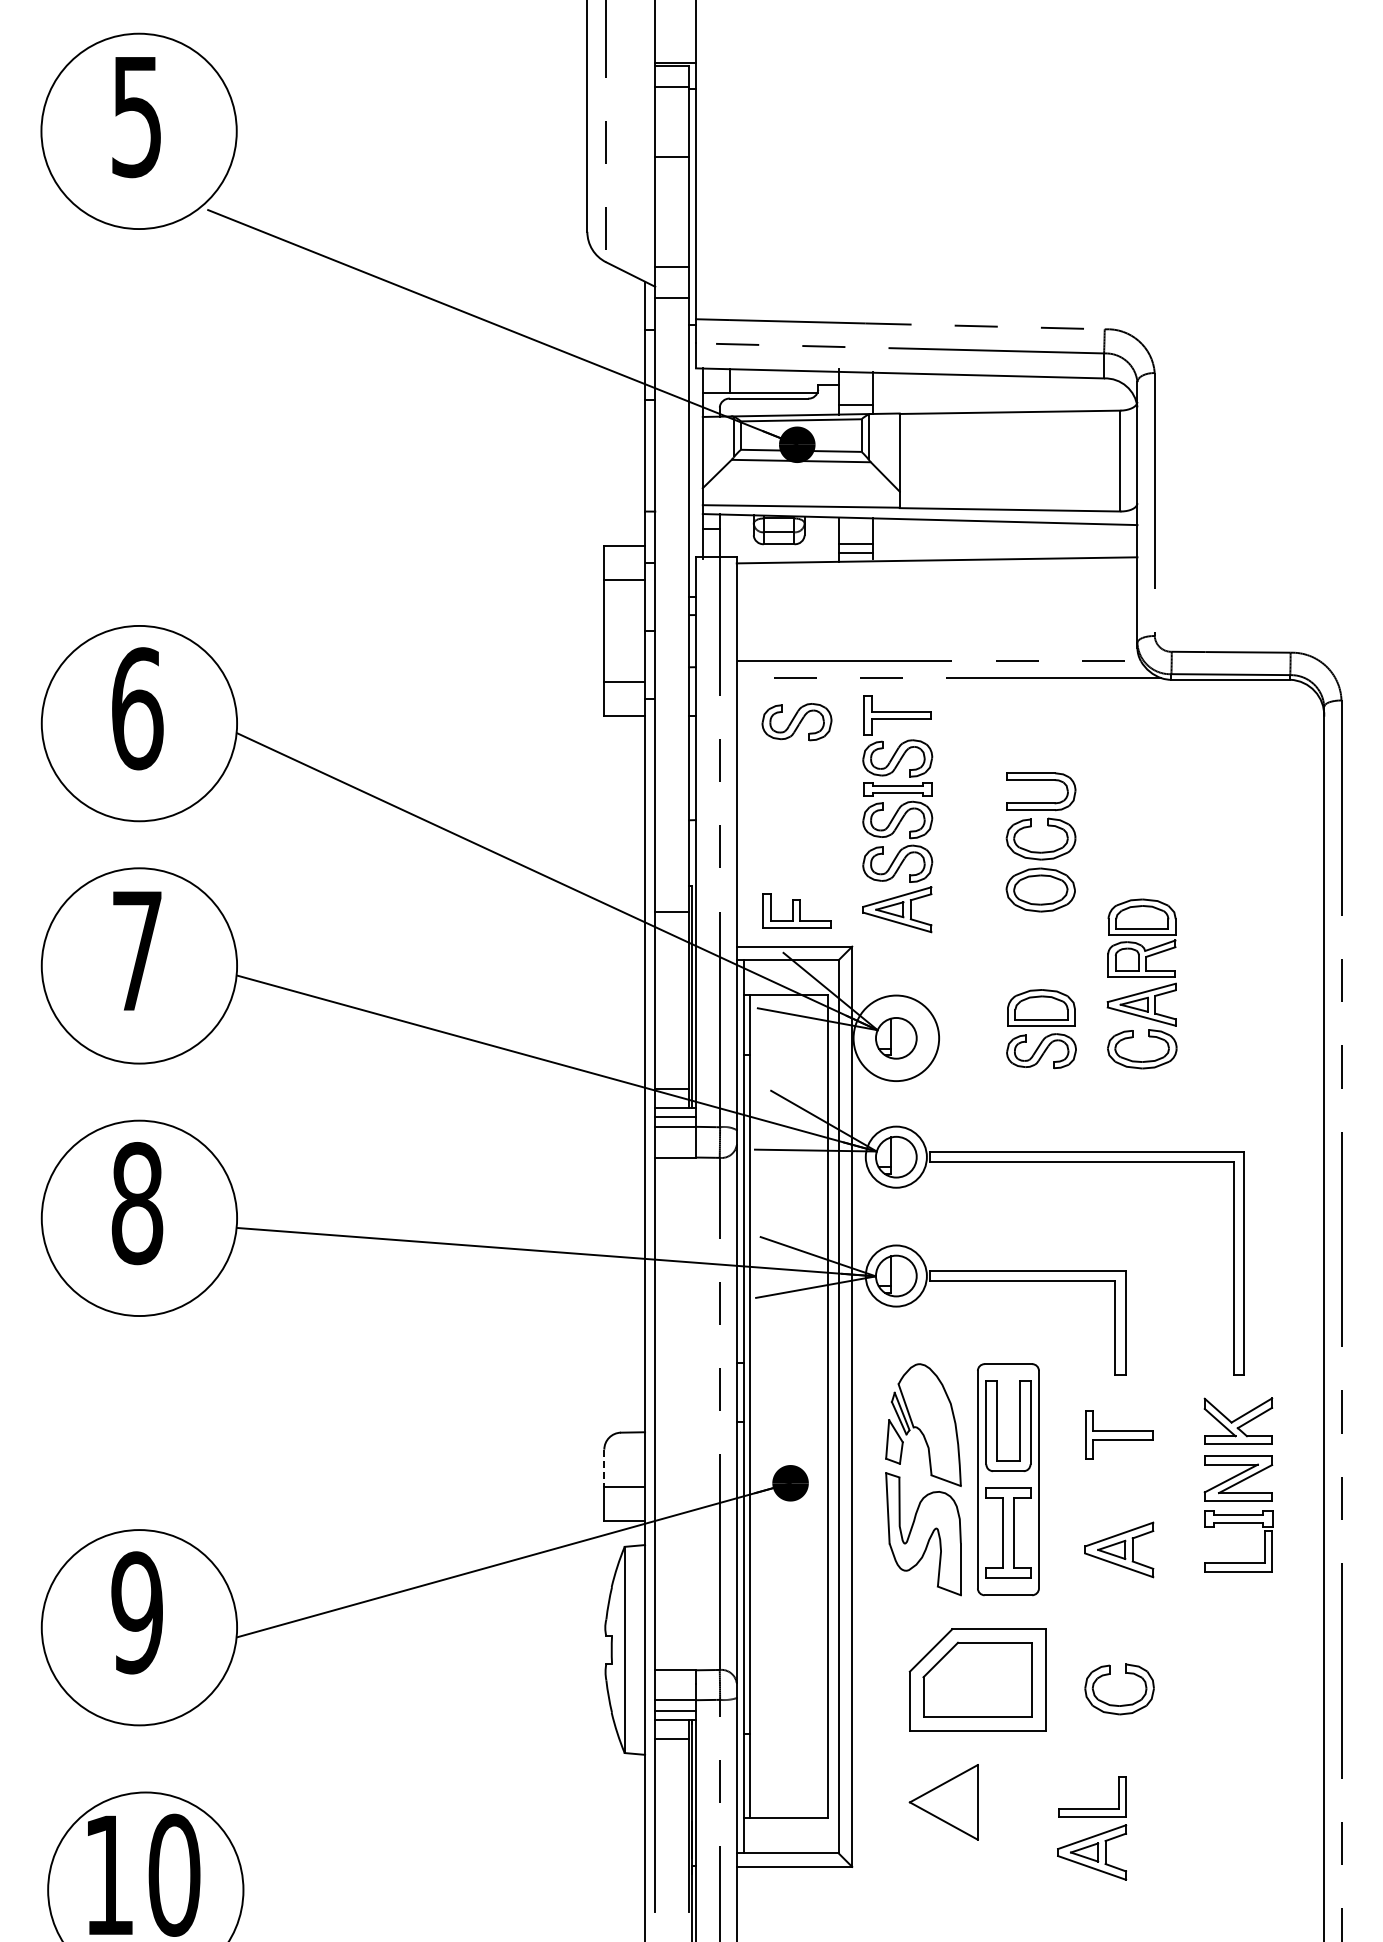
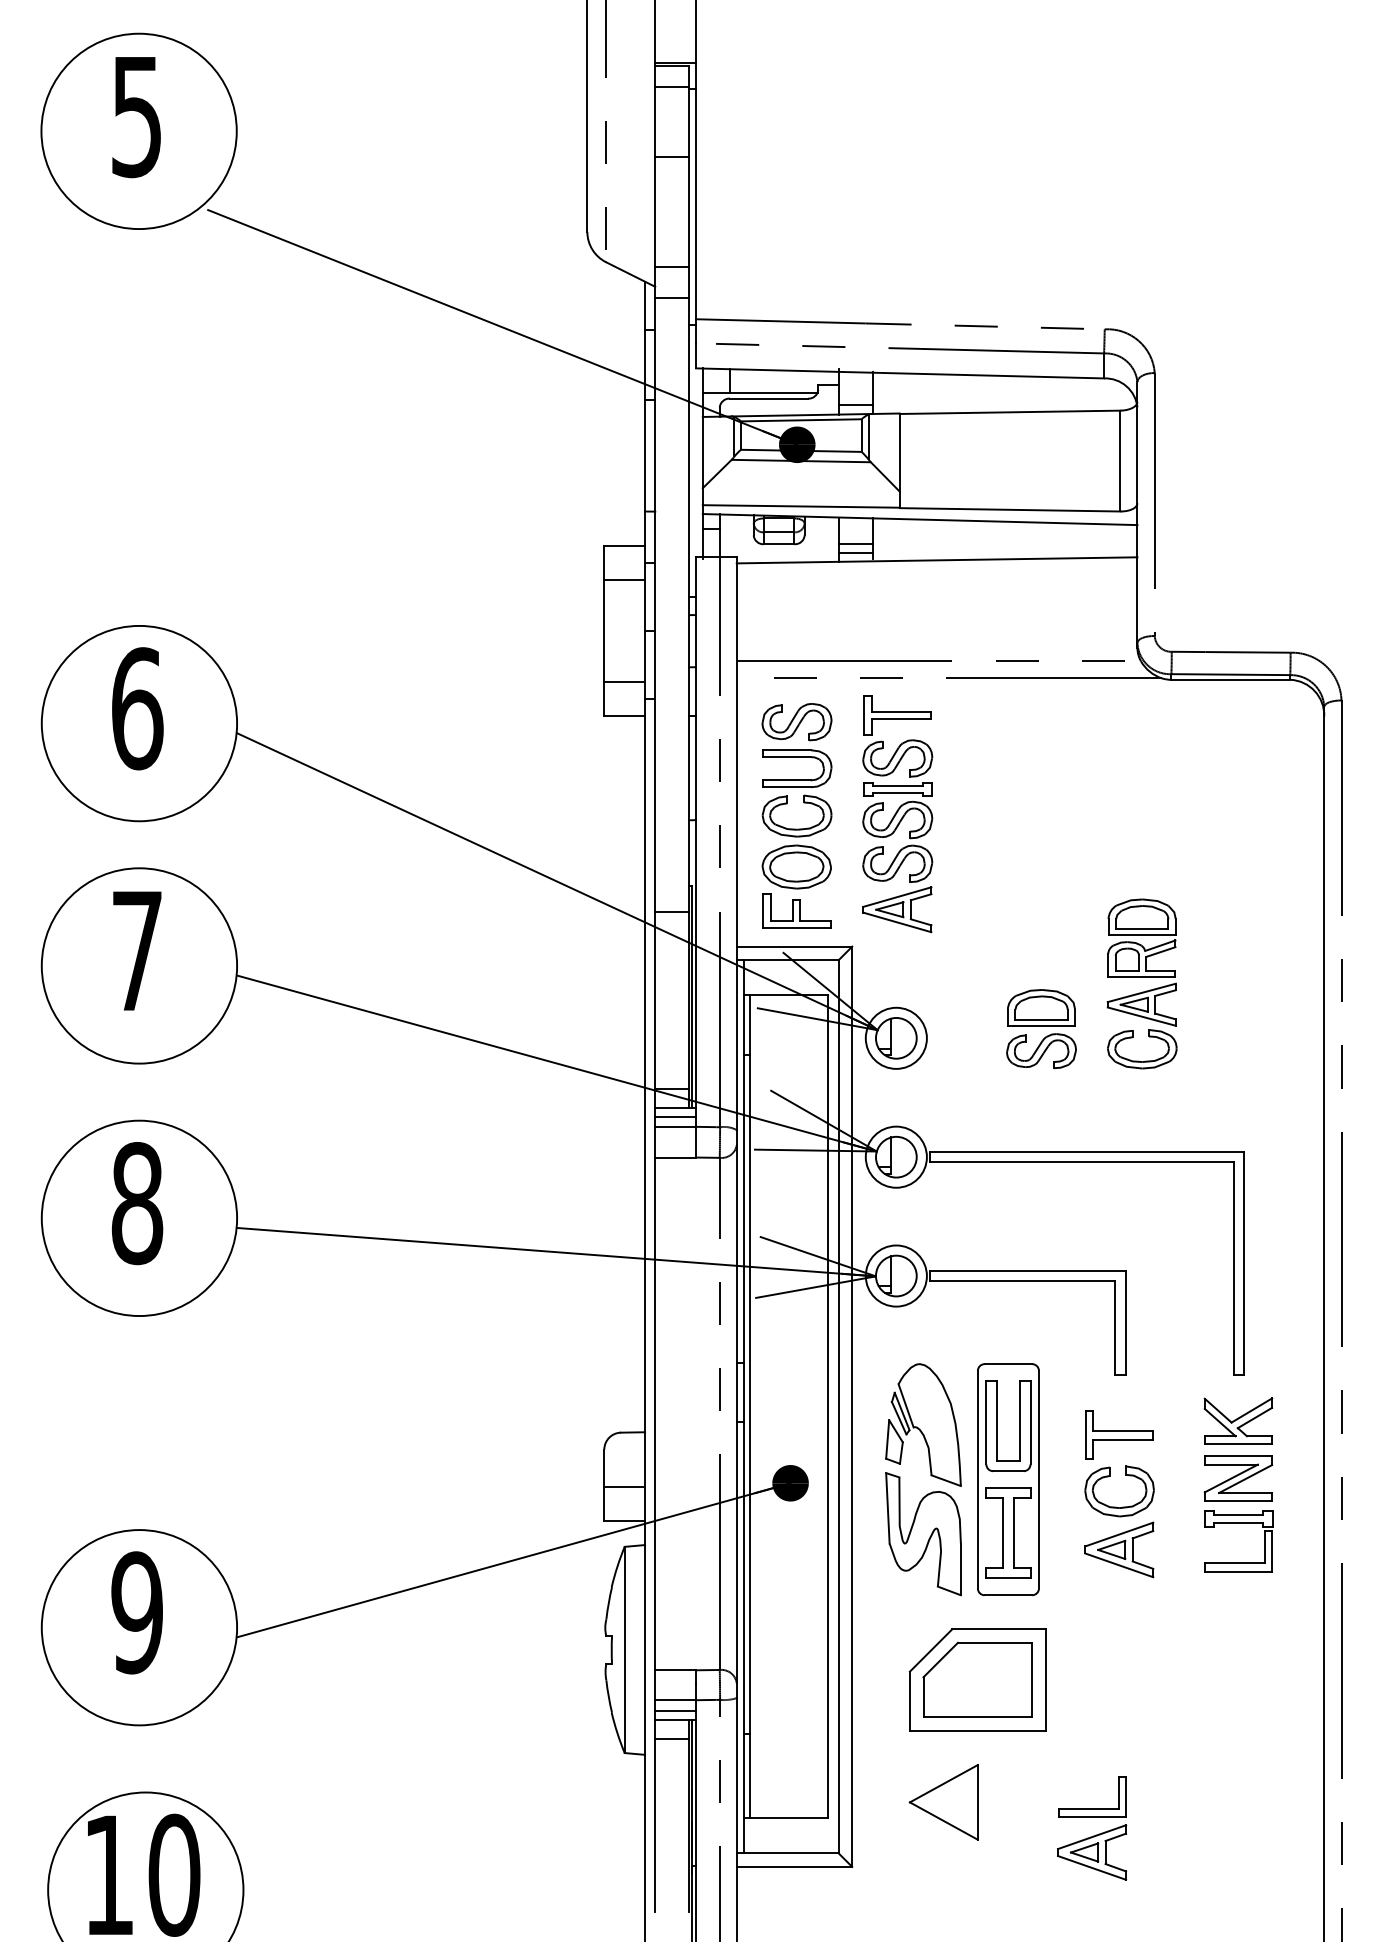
part at (1040, 851) position: (1040, 851) -> (796, 828)
circle at (896, 1038) diameter: 86 px -> 61 px
line at (604, 1468): dashed -> solid
part at (1116, 1704) position: (1116, 1704) -> (1116, 1506)
